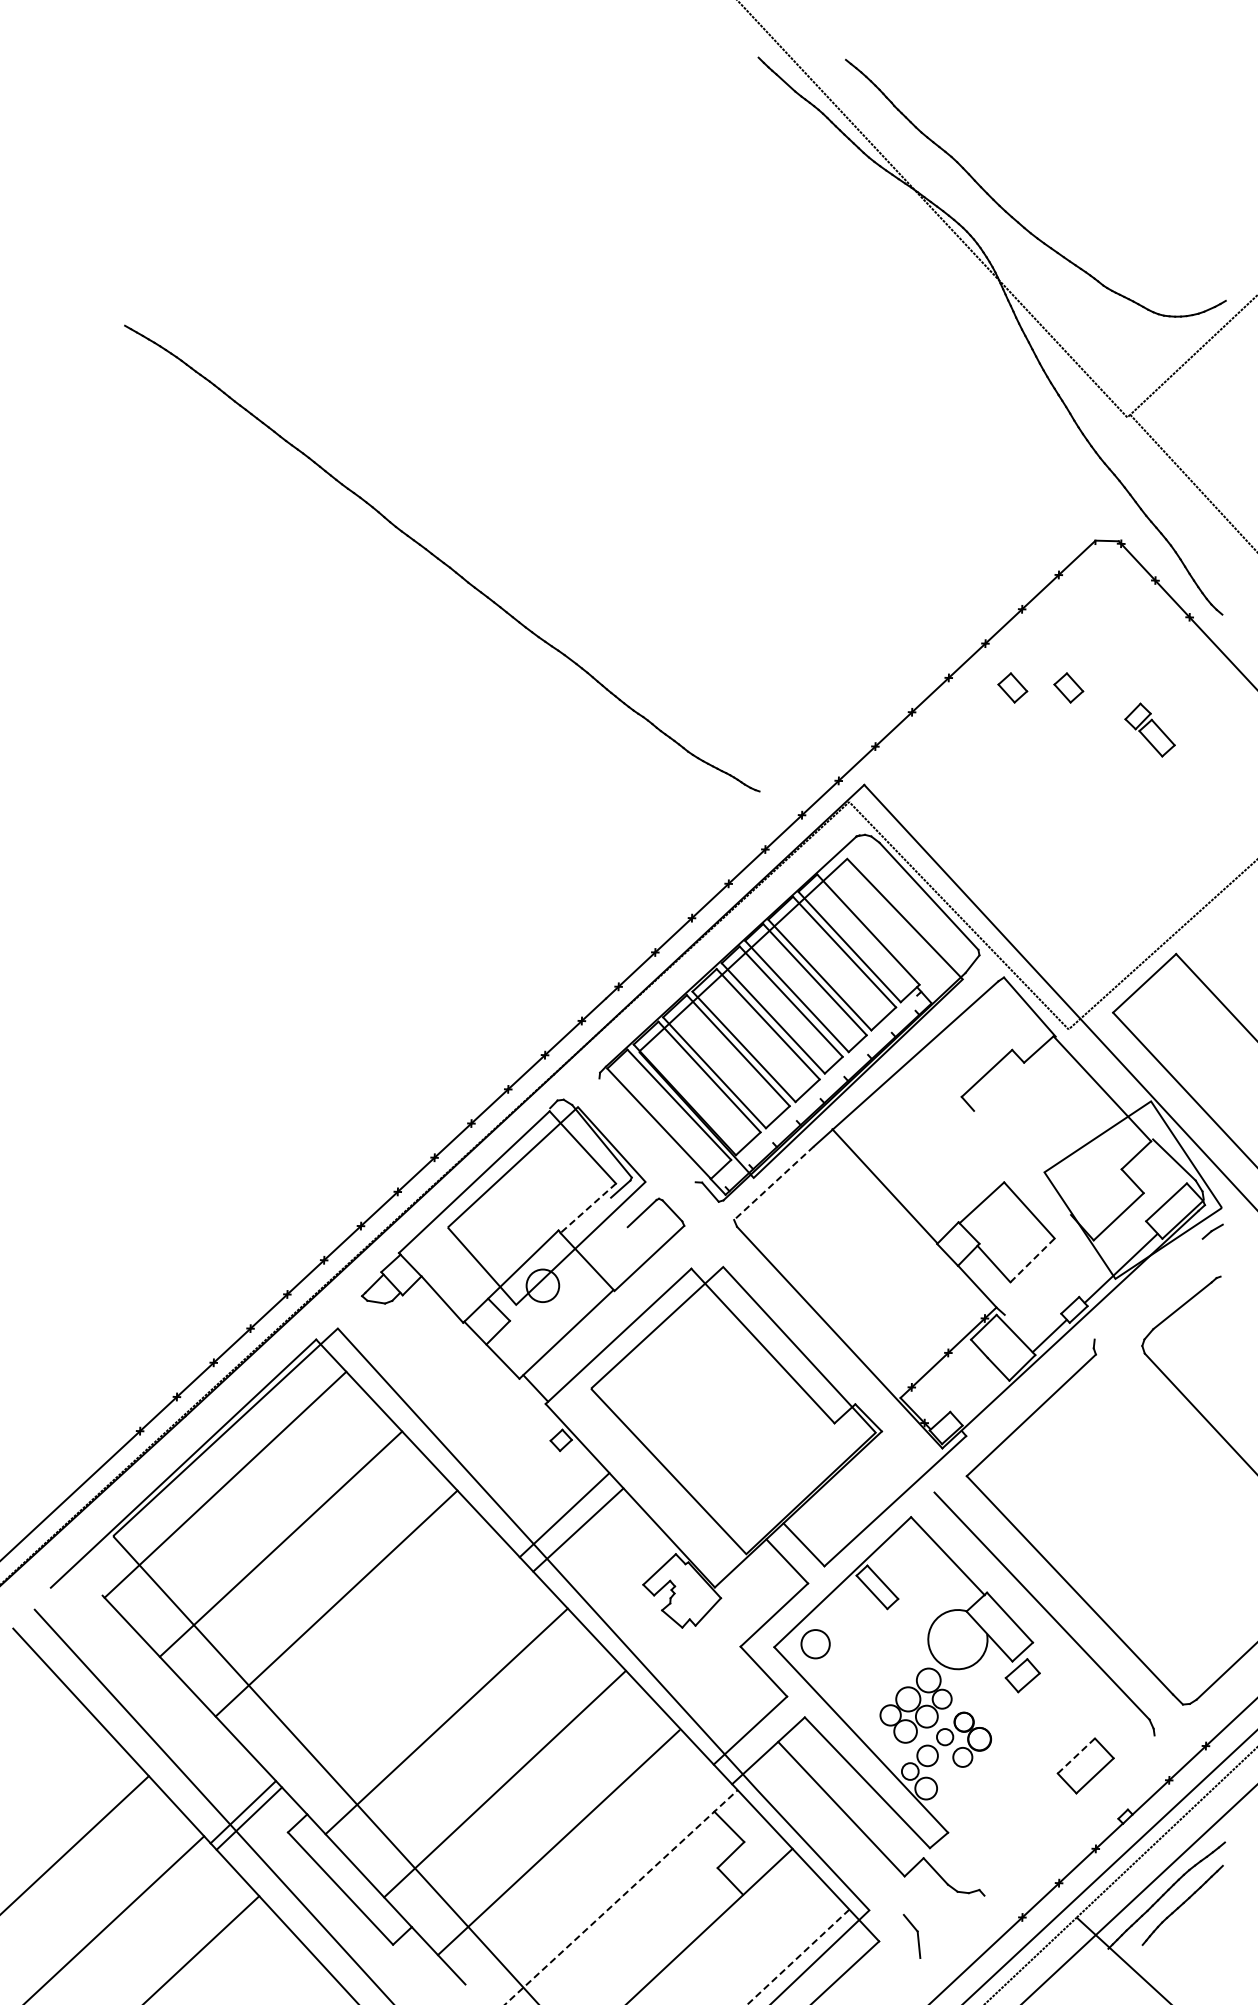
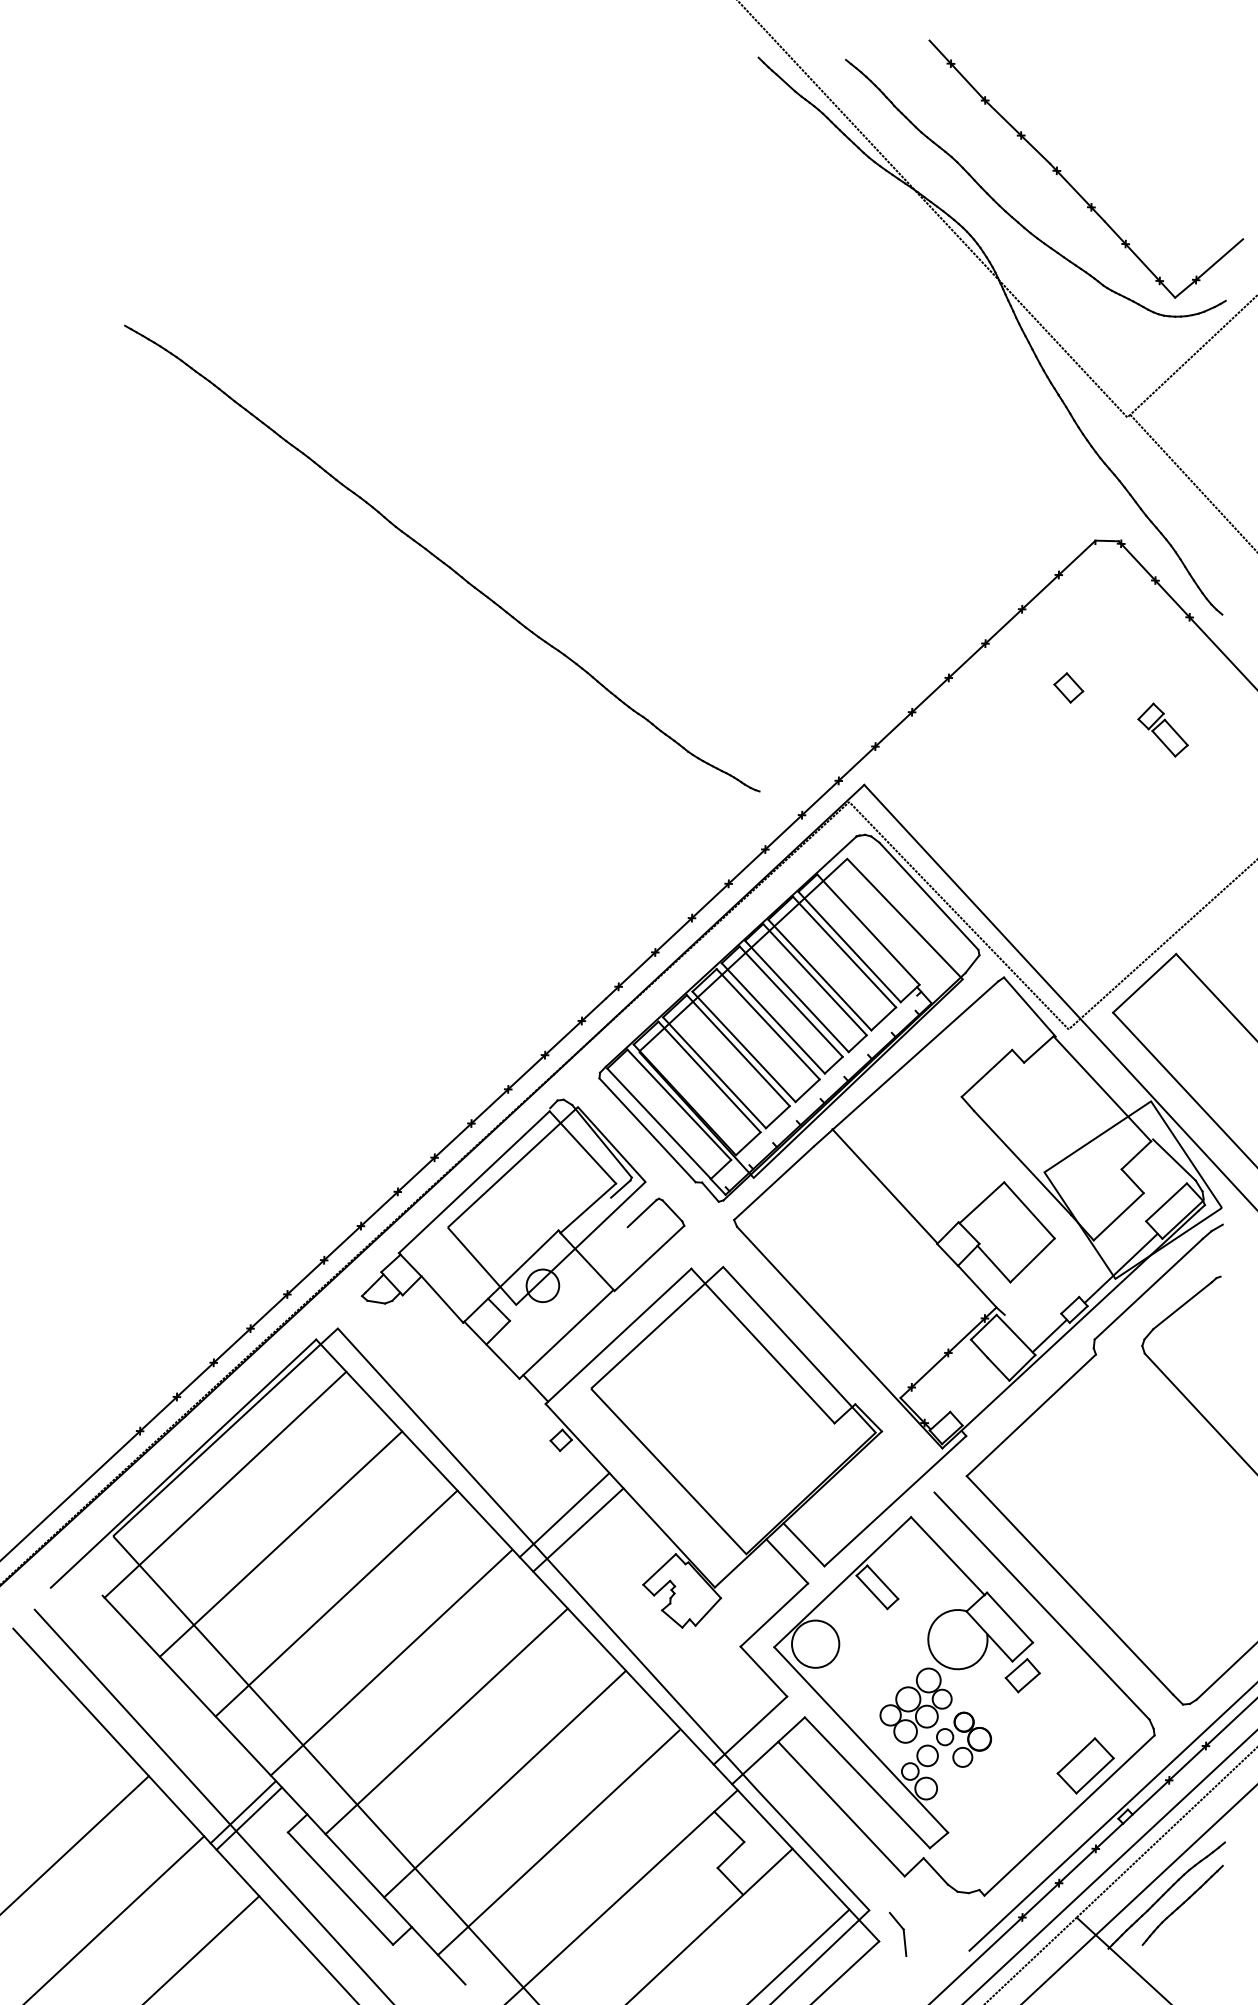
part at (1070, 183): none -> present
part at (1012, 687): present -> none
part at (1149, 729) position: (1149, 729) -> (1162, 729)
line at (647, 1130): none -> present
line at (1022, 1162): none -> present
line at (773, 1183): dashed -> solid
line at (587, 1208): dashed -> solid
line at (1032, 1260): dashed -> solid
line at (1148, 1288): none -> present
circle at (815, 1644) diameter: 28 px -> 47 px
line at (391, 1662): none -> present
line at (1076, 1756): dashed -> solid
line at (1069, 1815): none -> present
line at (1111, 1817): none -> present
line at (621, 1897): dashed -> solid
part at (911, 1936) position: (911, 1936) -> (897, 1934)
line at (798, 1957): dashed -> solid
